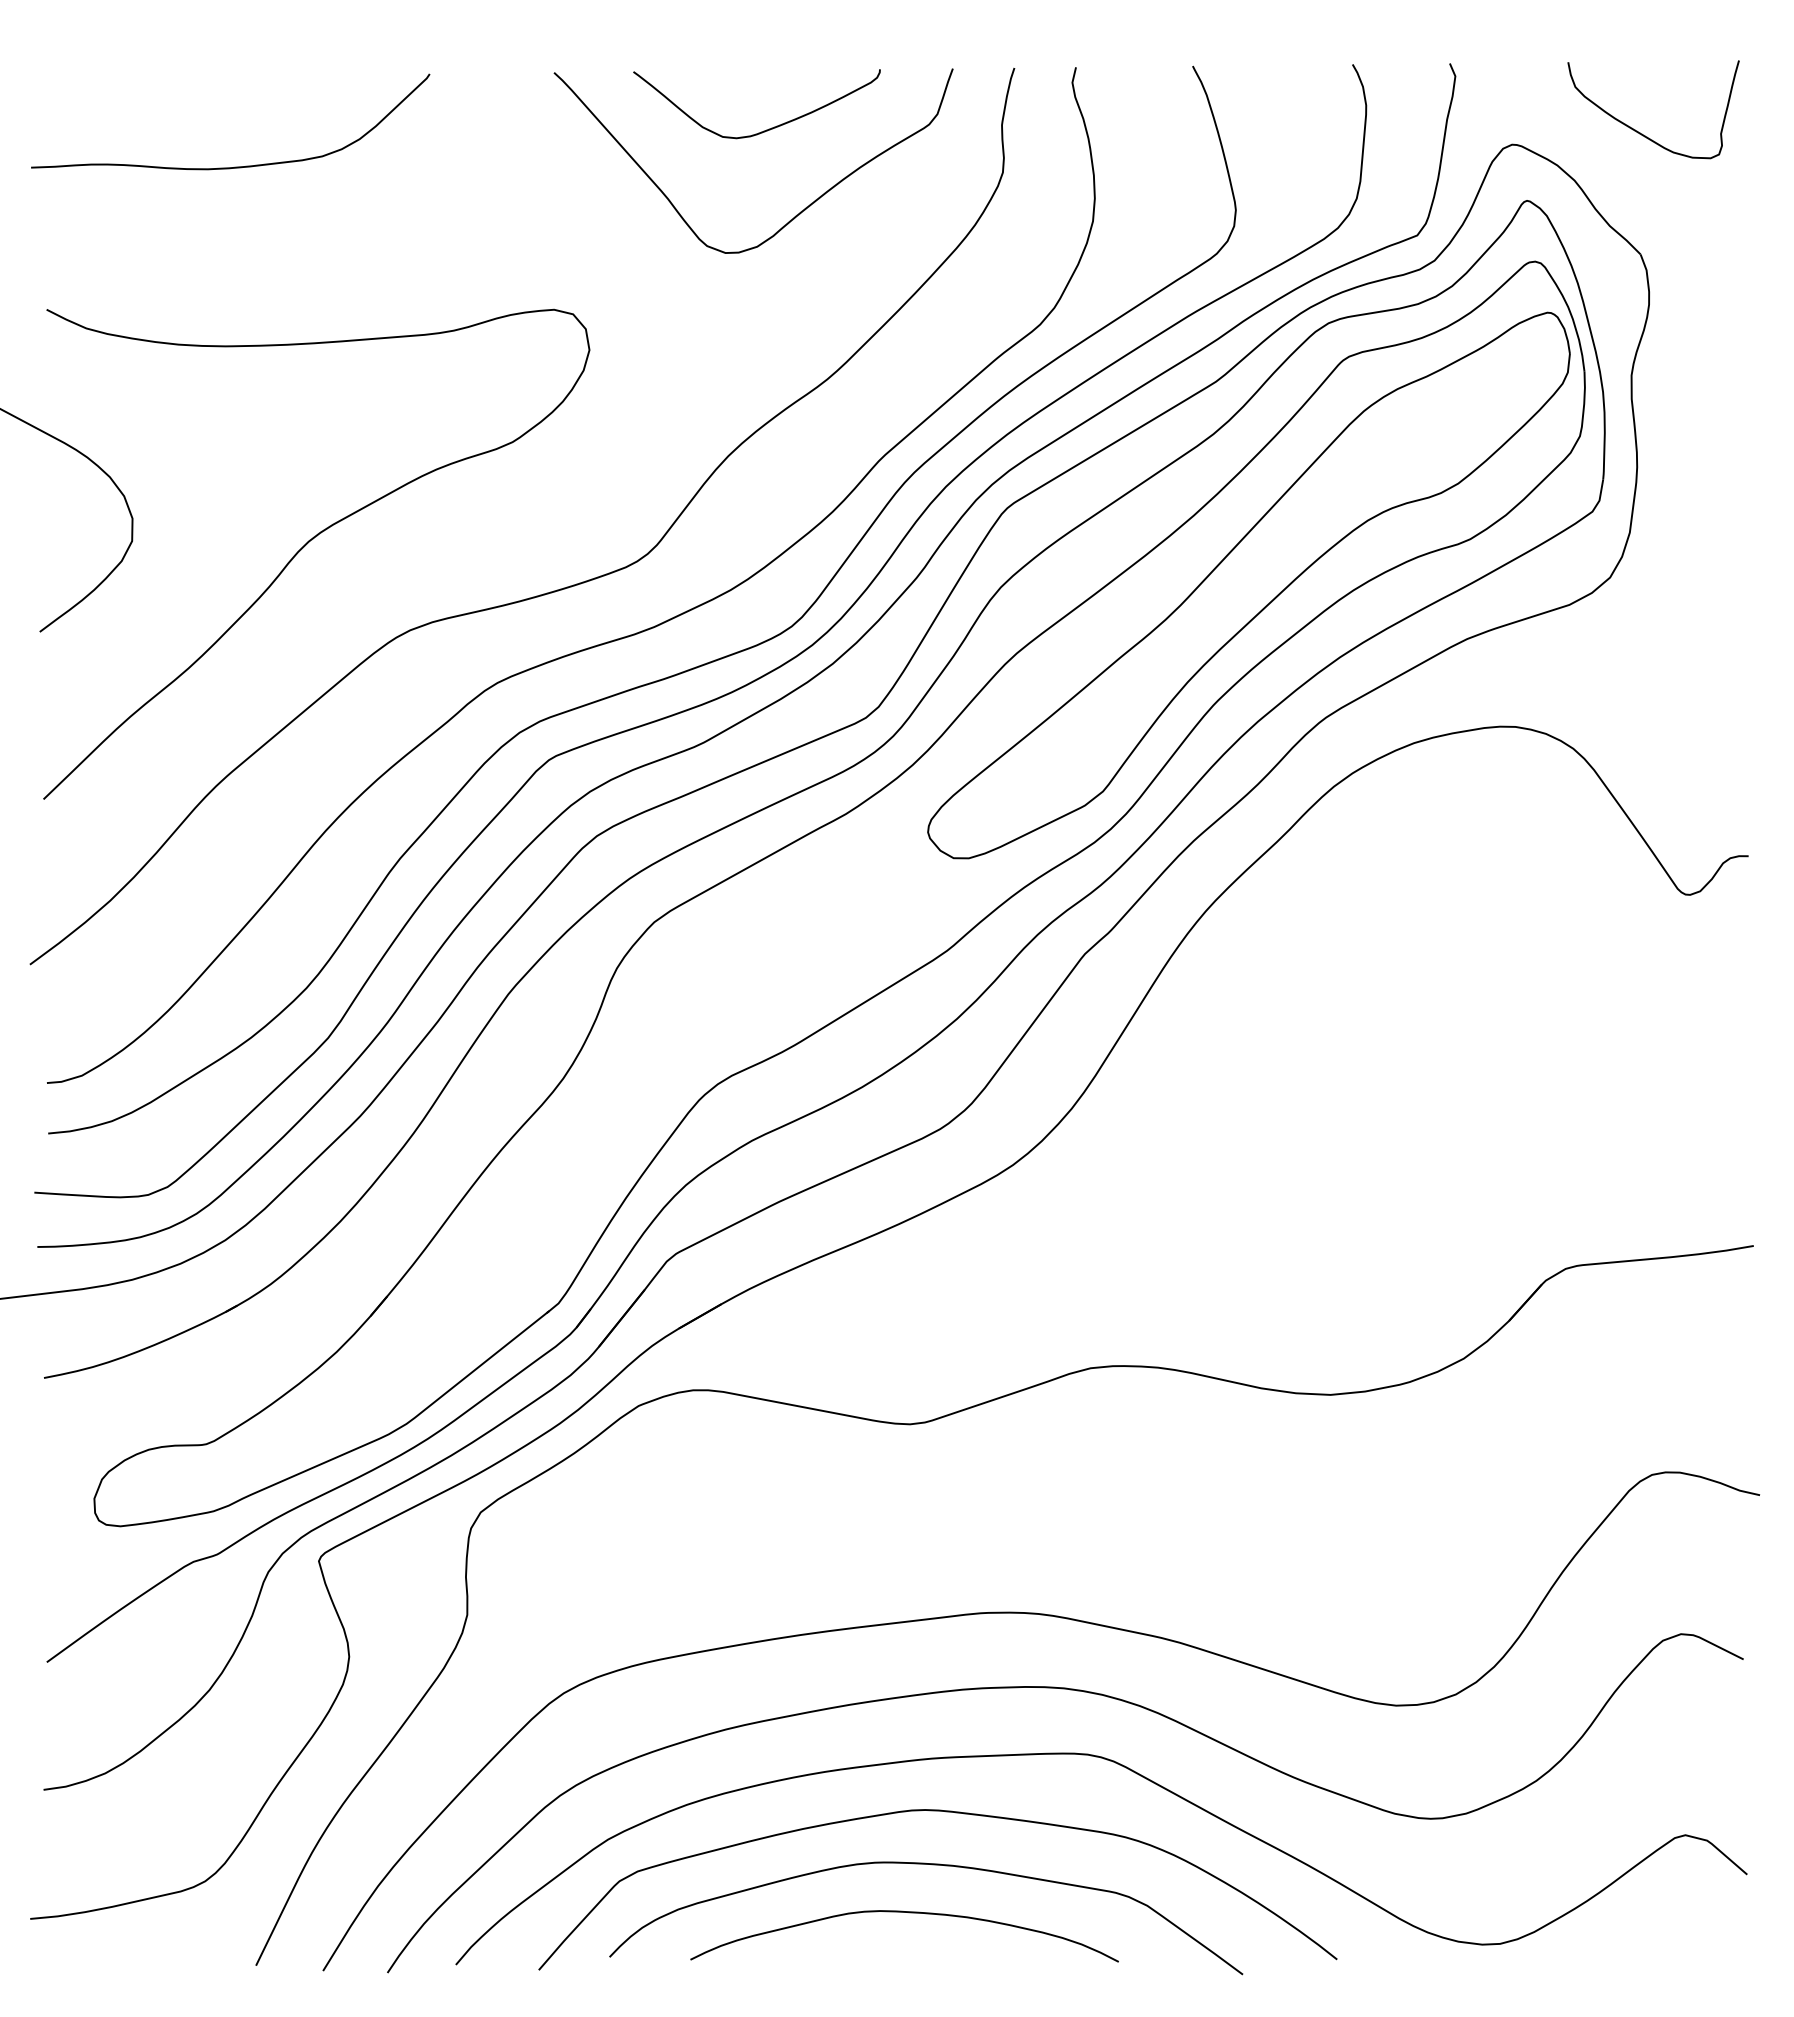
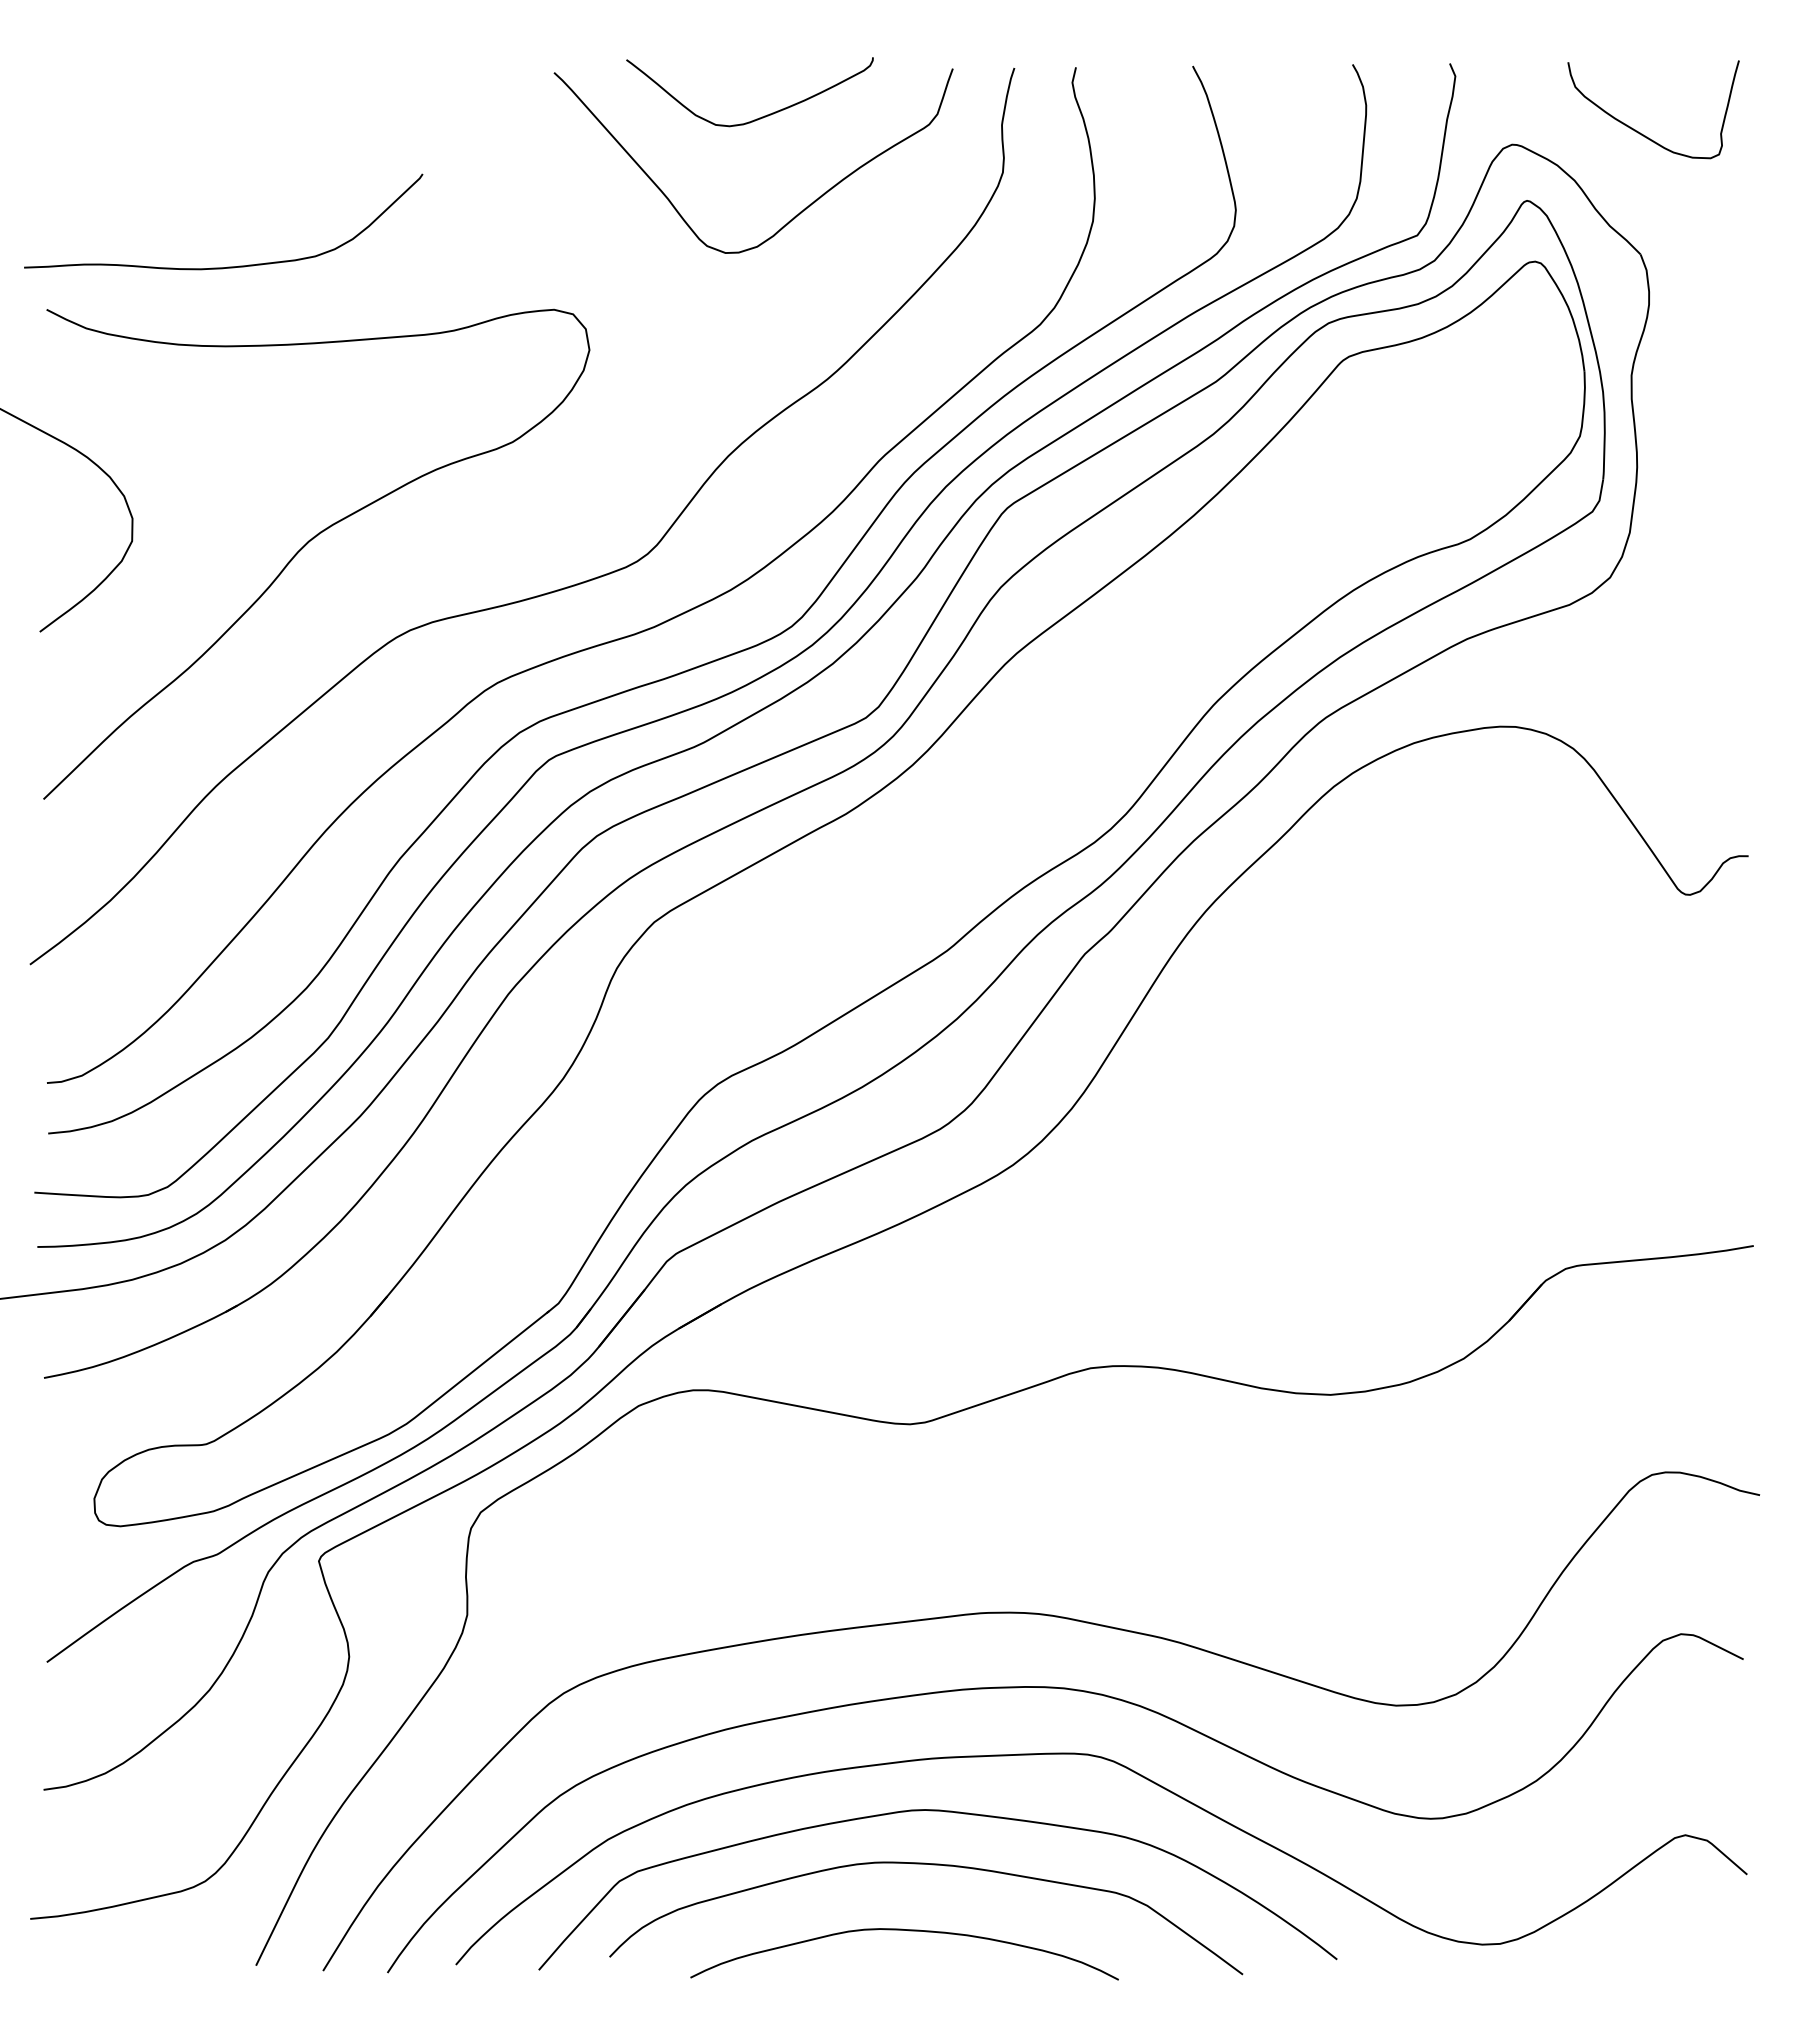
curve at (766, 129) position: (766, 129) -> (759, 117)
curve at (234, 166) position: (234, 166) -> (227, 266)
part at (1248, 585): present -> none
curve at (908, 1913) position: (908, 1913) -> (908, 1931)
